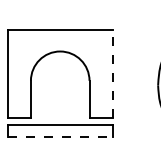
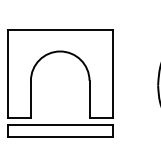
line at (112, 74): dashed -> solid
line at (60, 136): dashed -> solid
